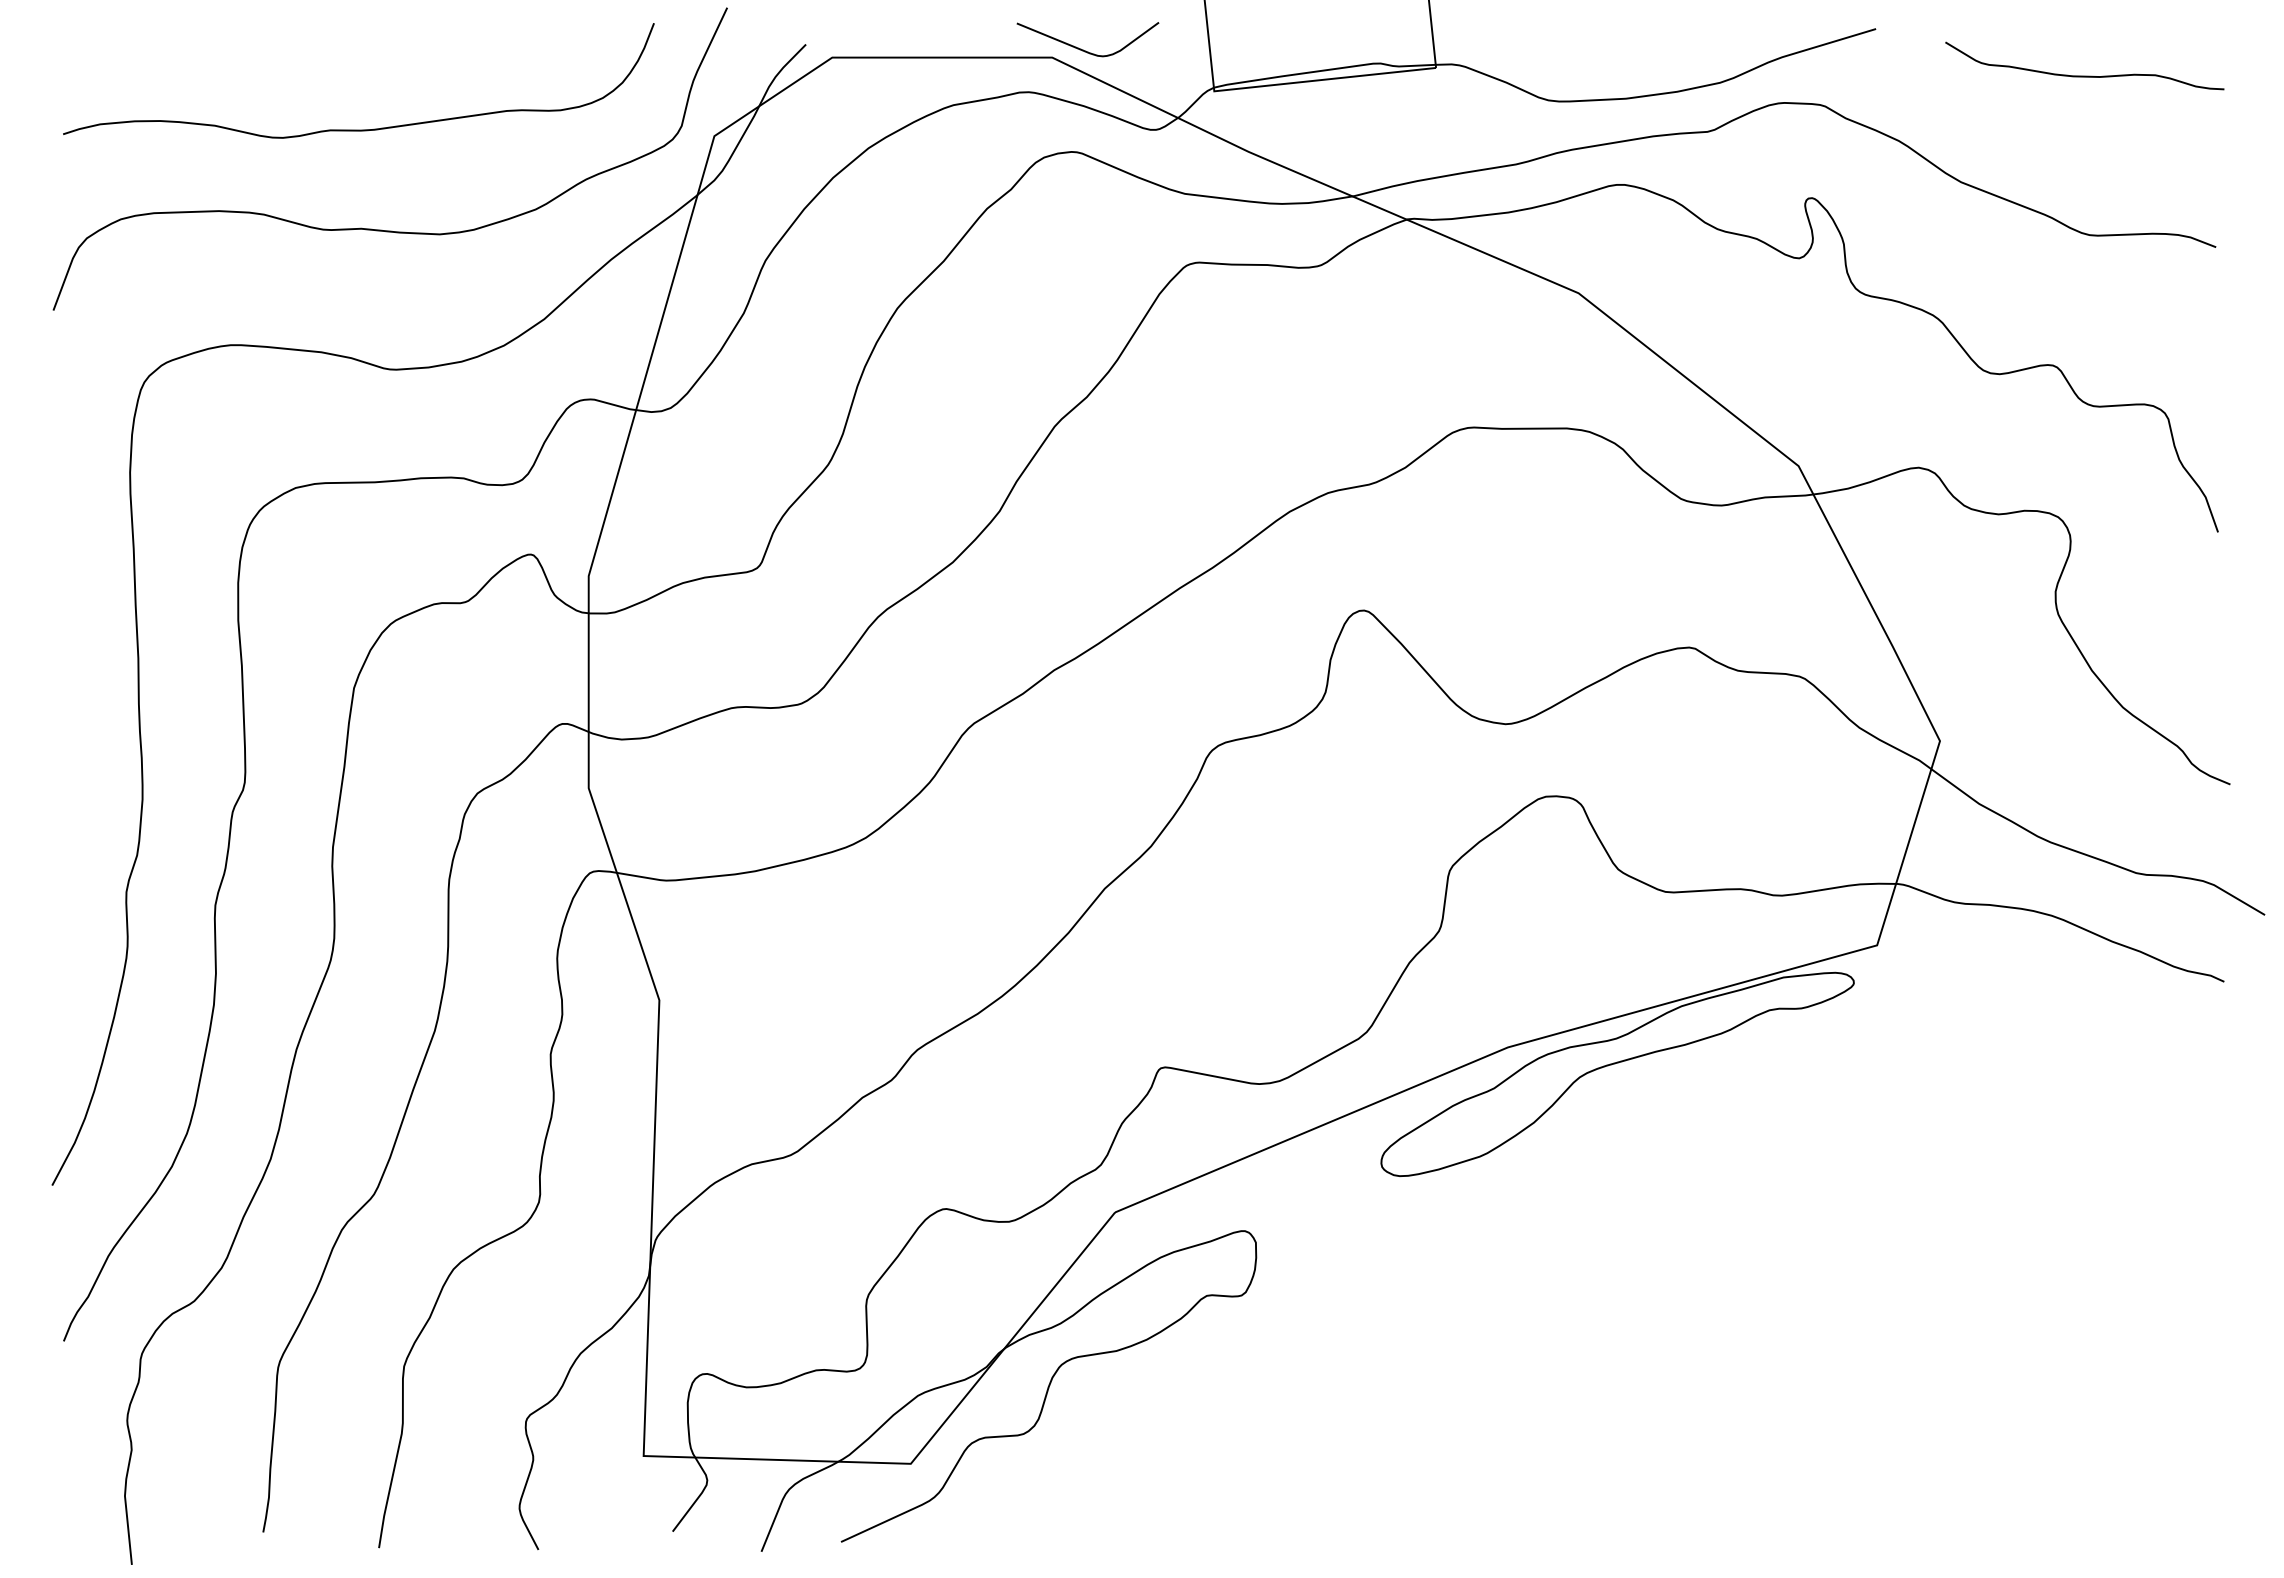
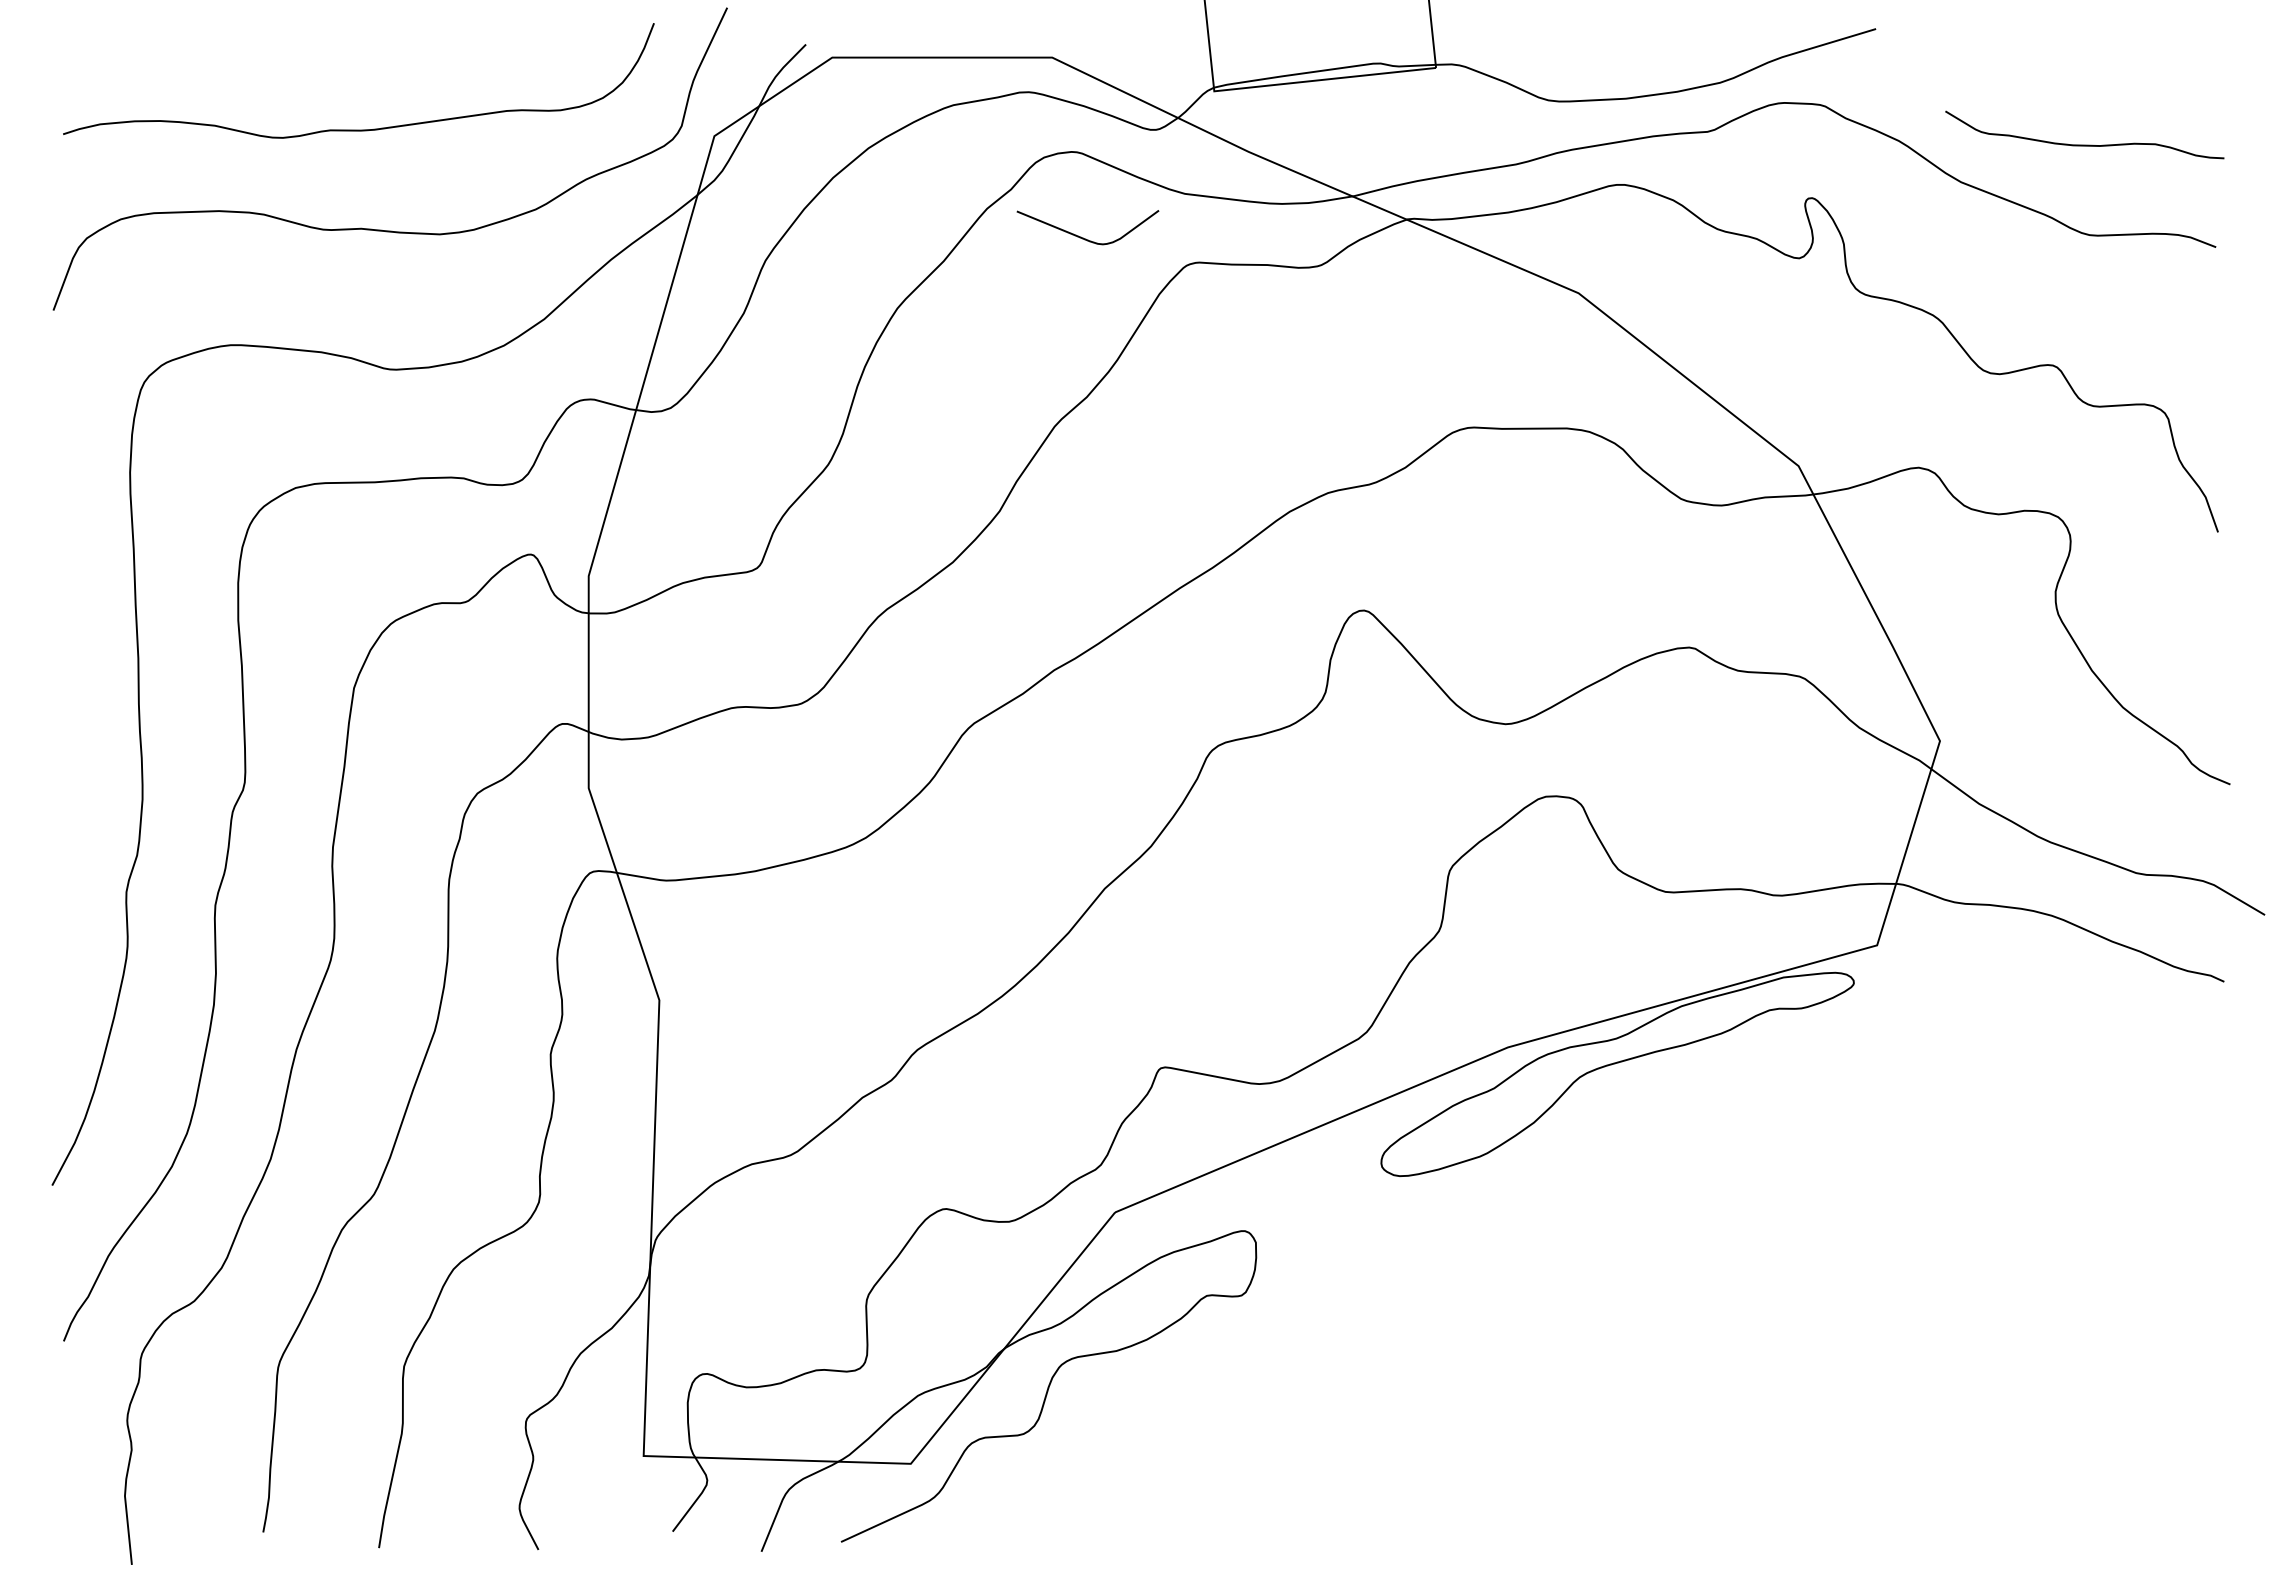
curve at (1083, 49) position: (1083, 49) -> (1083, 237)
curve at (2084, 75) position: (2084, 75) -> (2084, 144)
